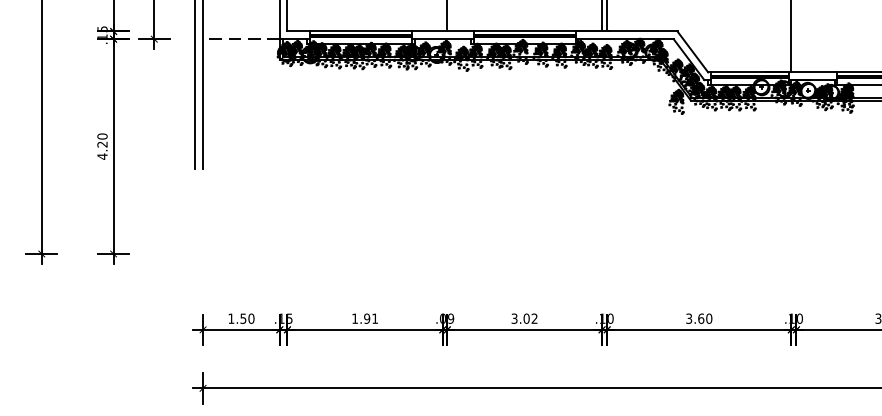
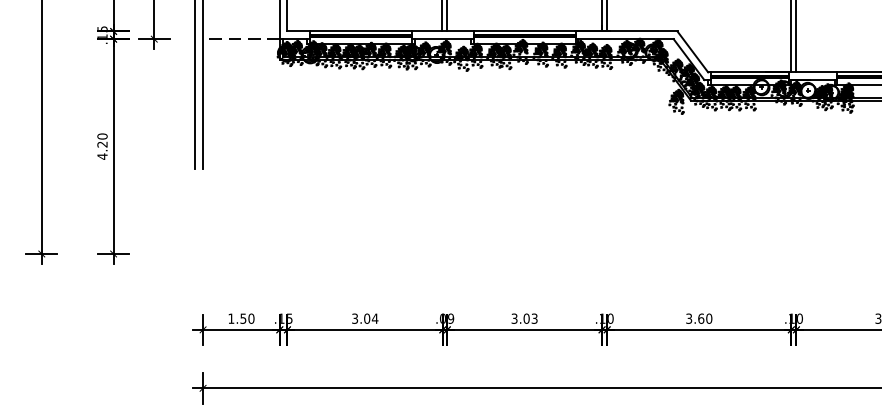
line at (442, 16): none -> present
line at (796, 37): none -> present
text at (365, 318): 1.91 -> 3.04
text at (534, 318): 3.02 -> 3.03
